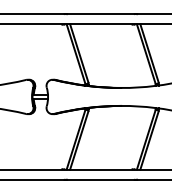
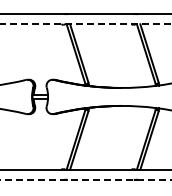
line at (86, 24): solid -> dashed
line at (85, 179): solid -> dashed
